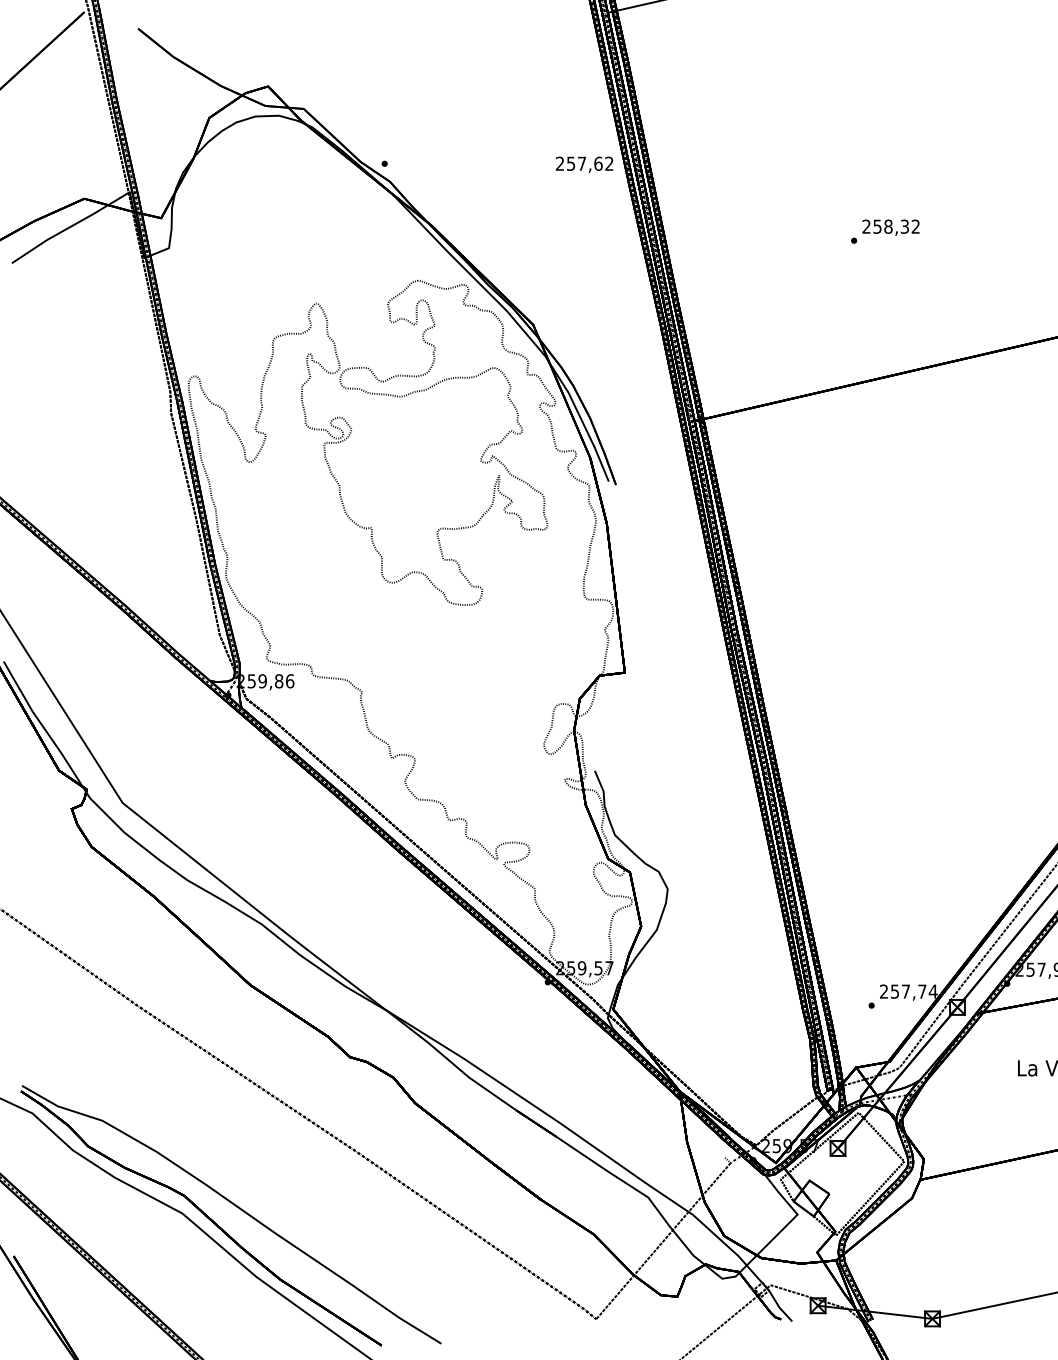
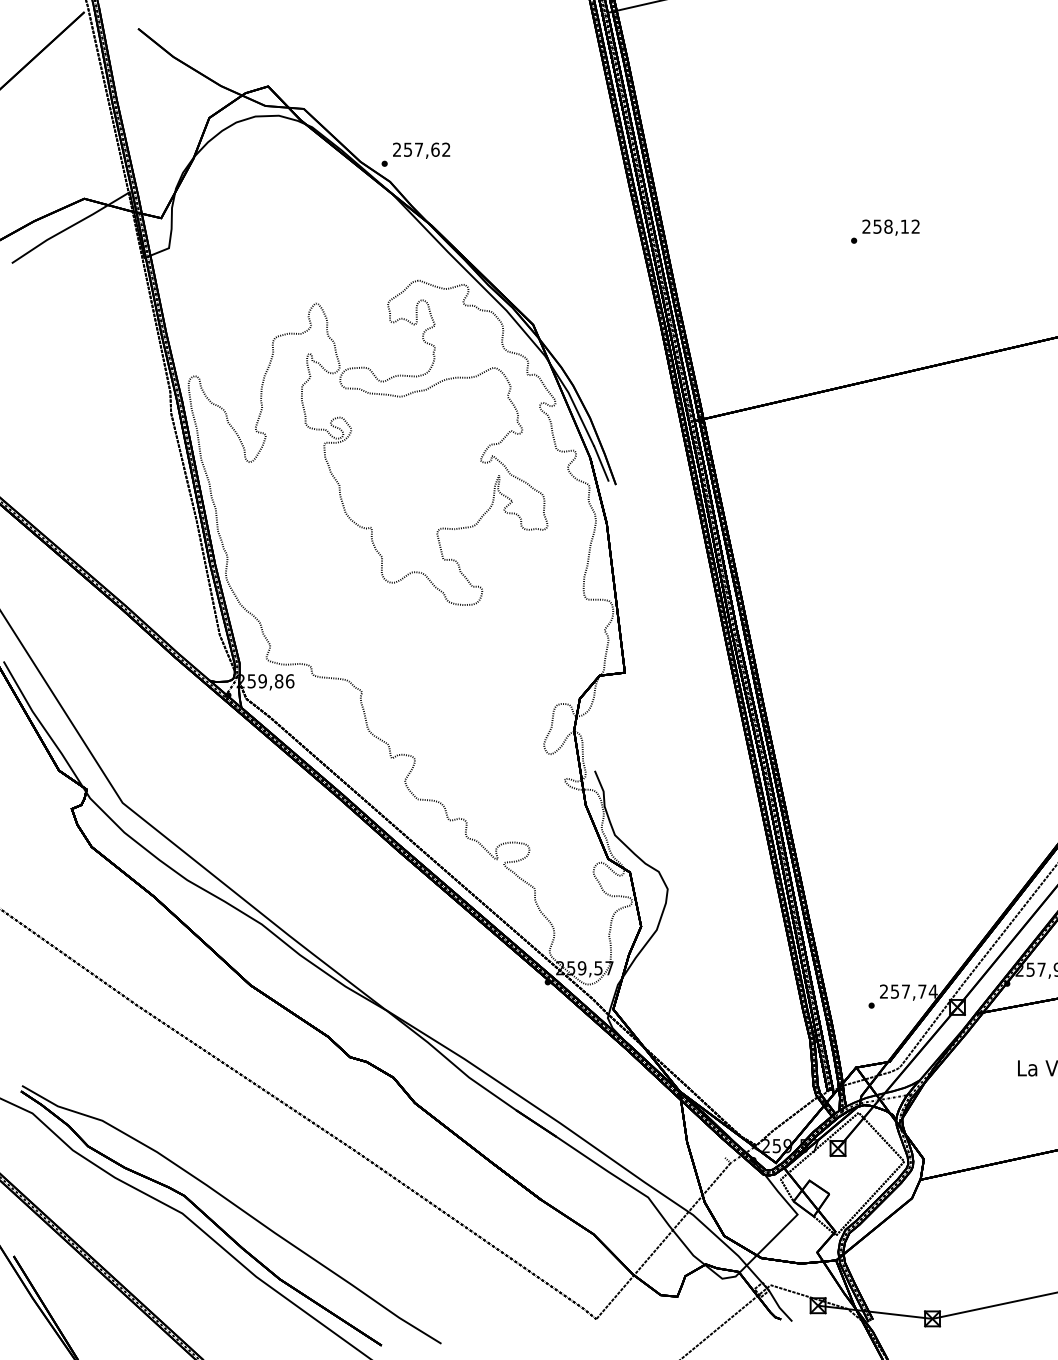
text at (584, 164) position: (584, 164) -> (421, 150)
text at (904, 226): 258,32 -> 258,12
